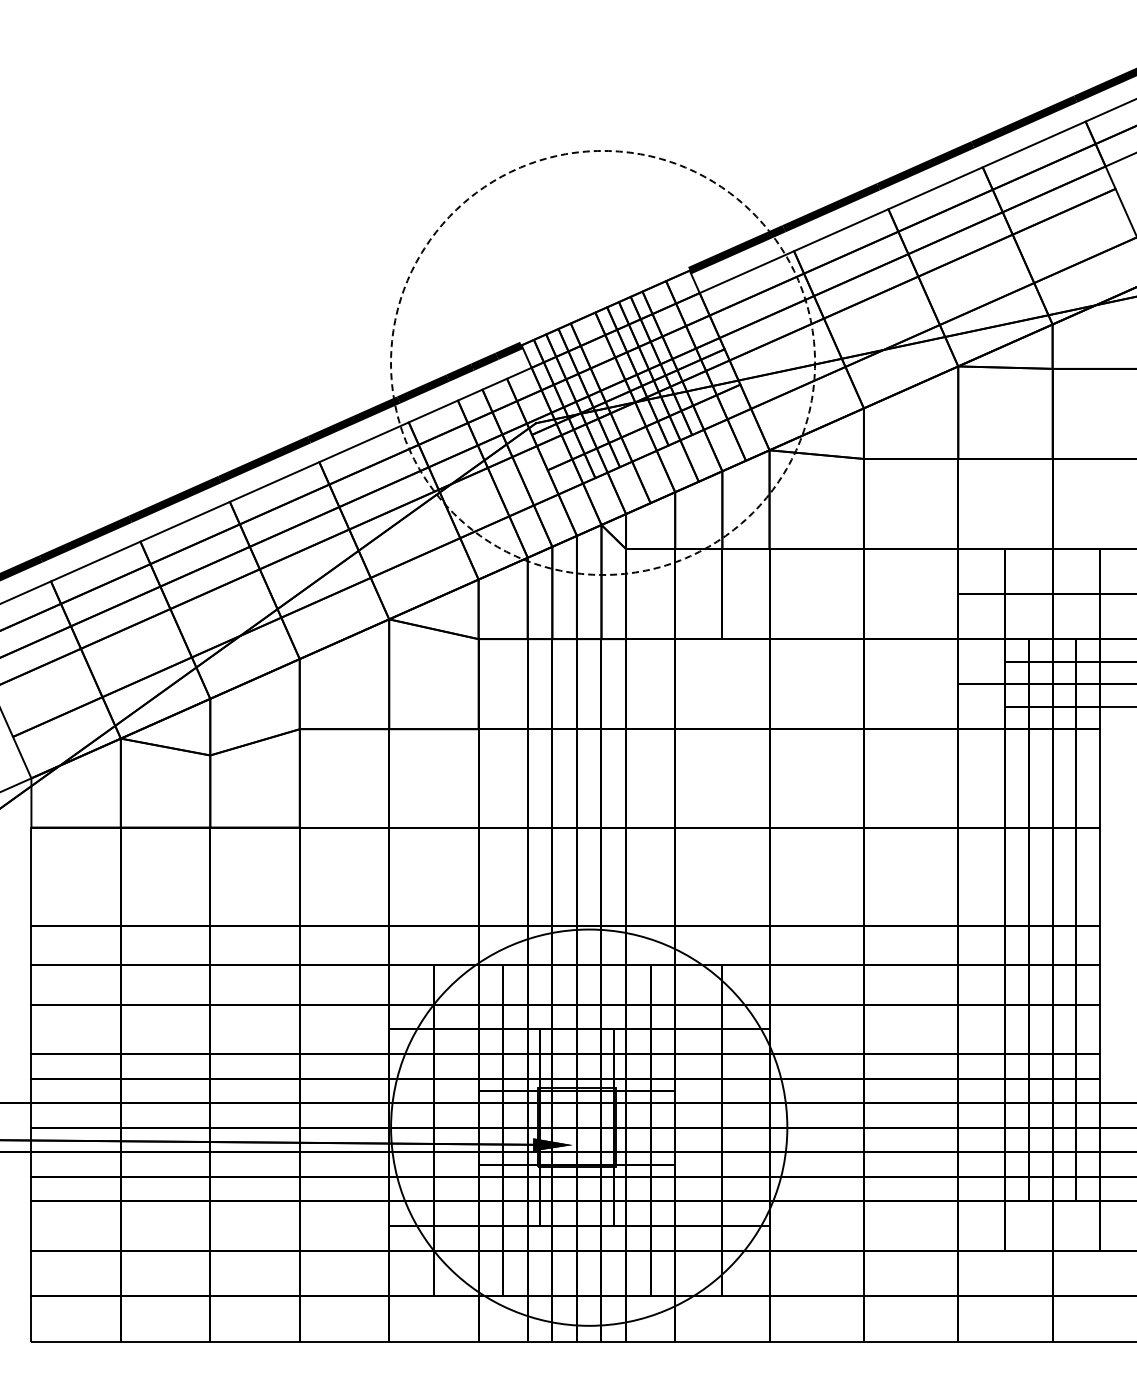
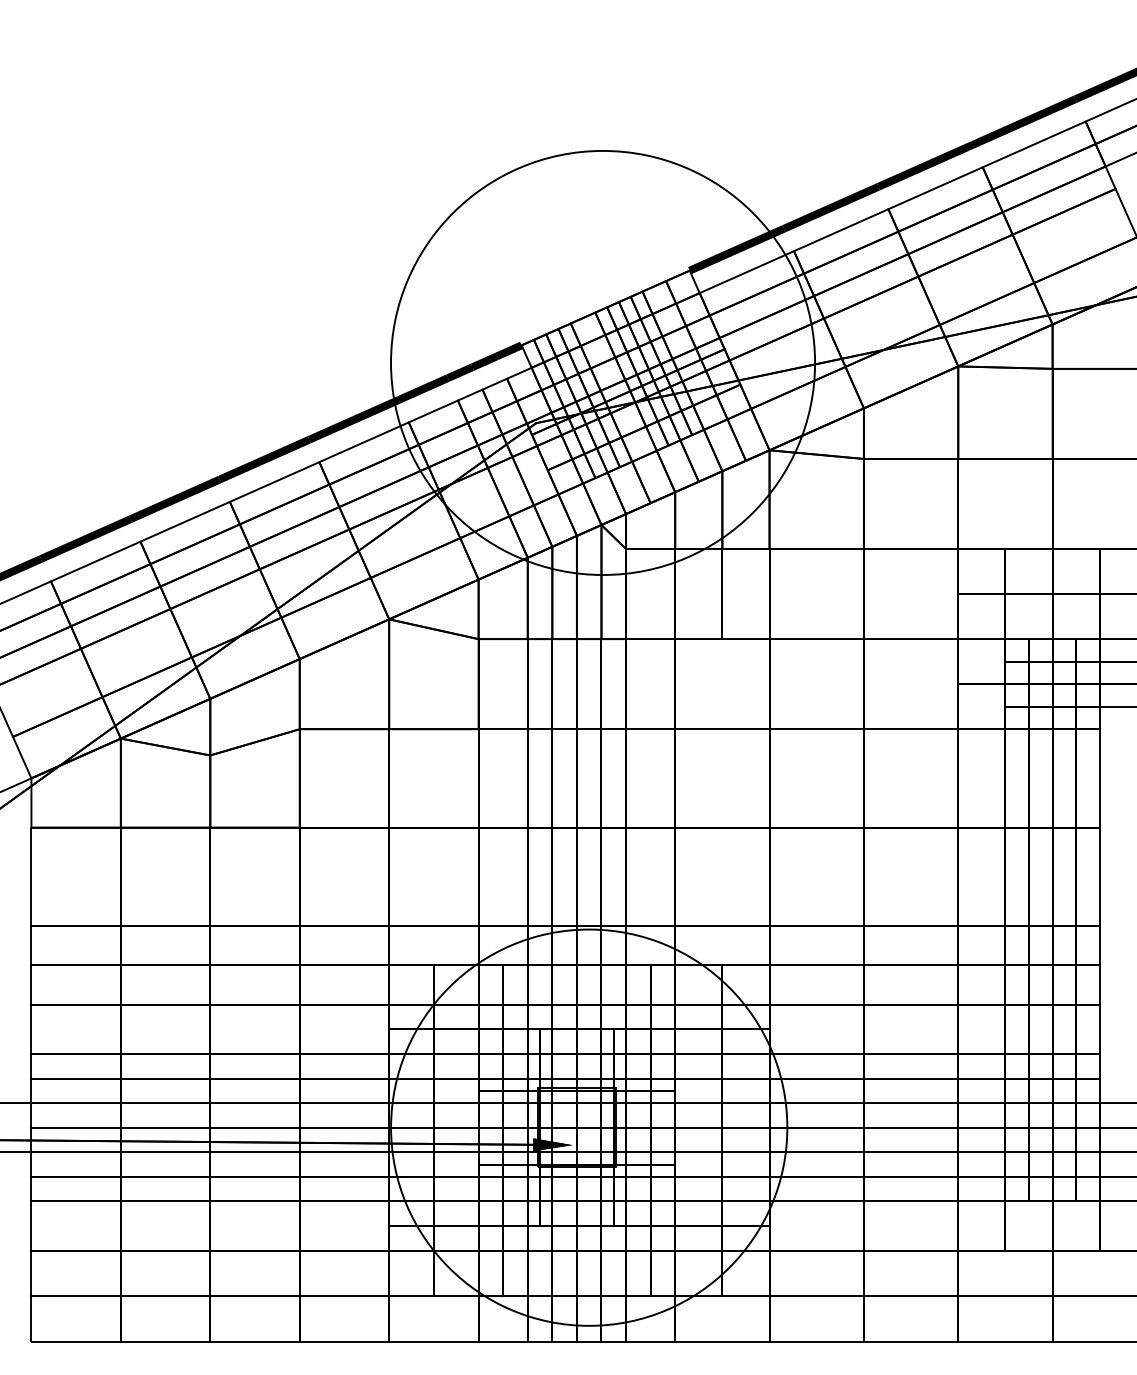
circle at (603, 362): dashed -> solid
